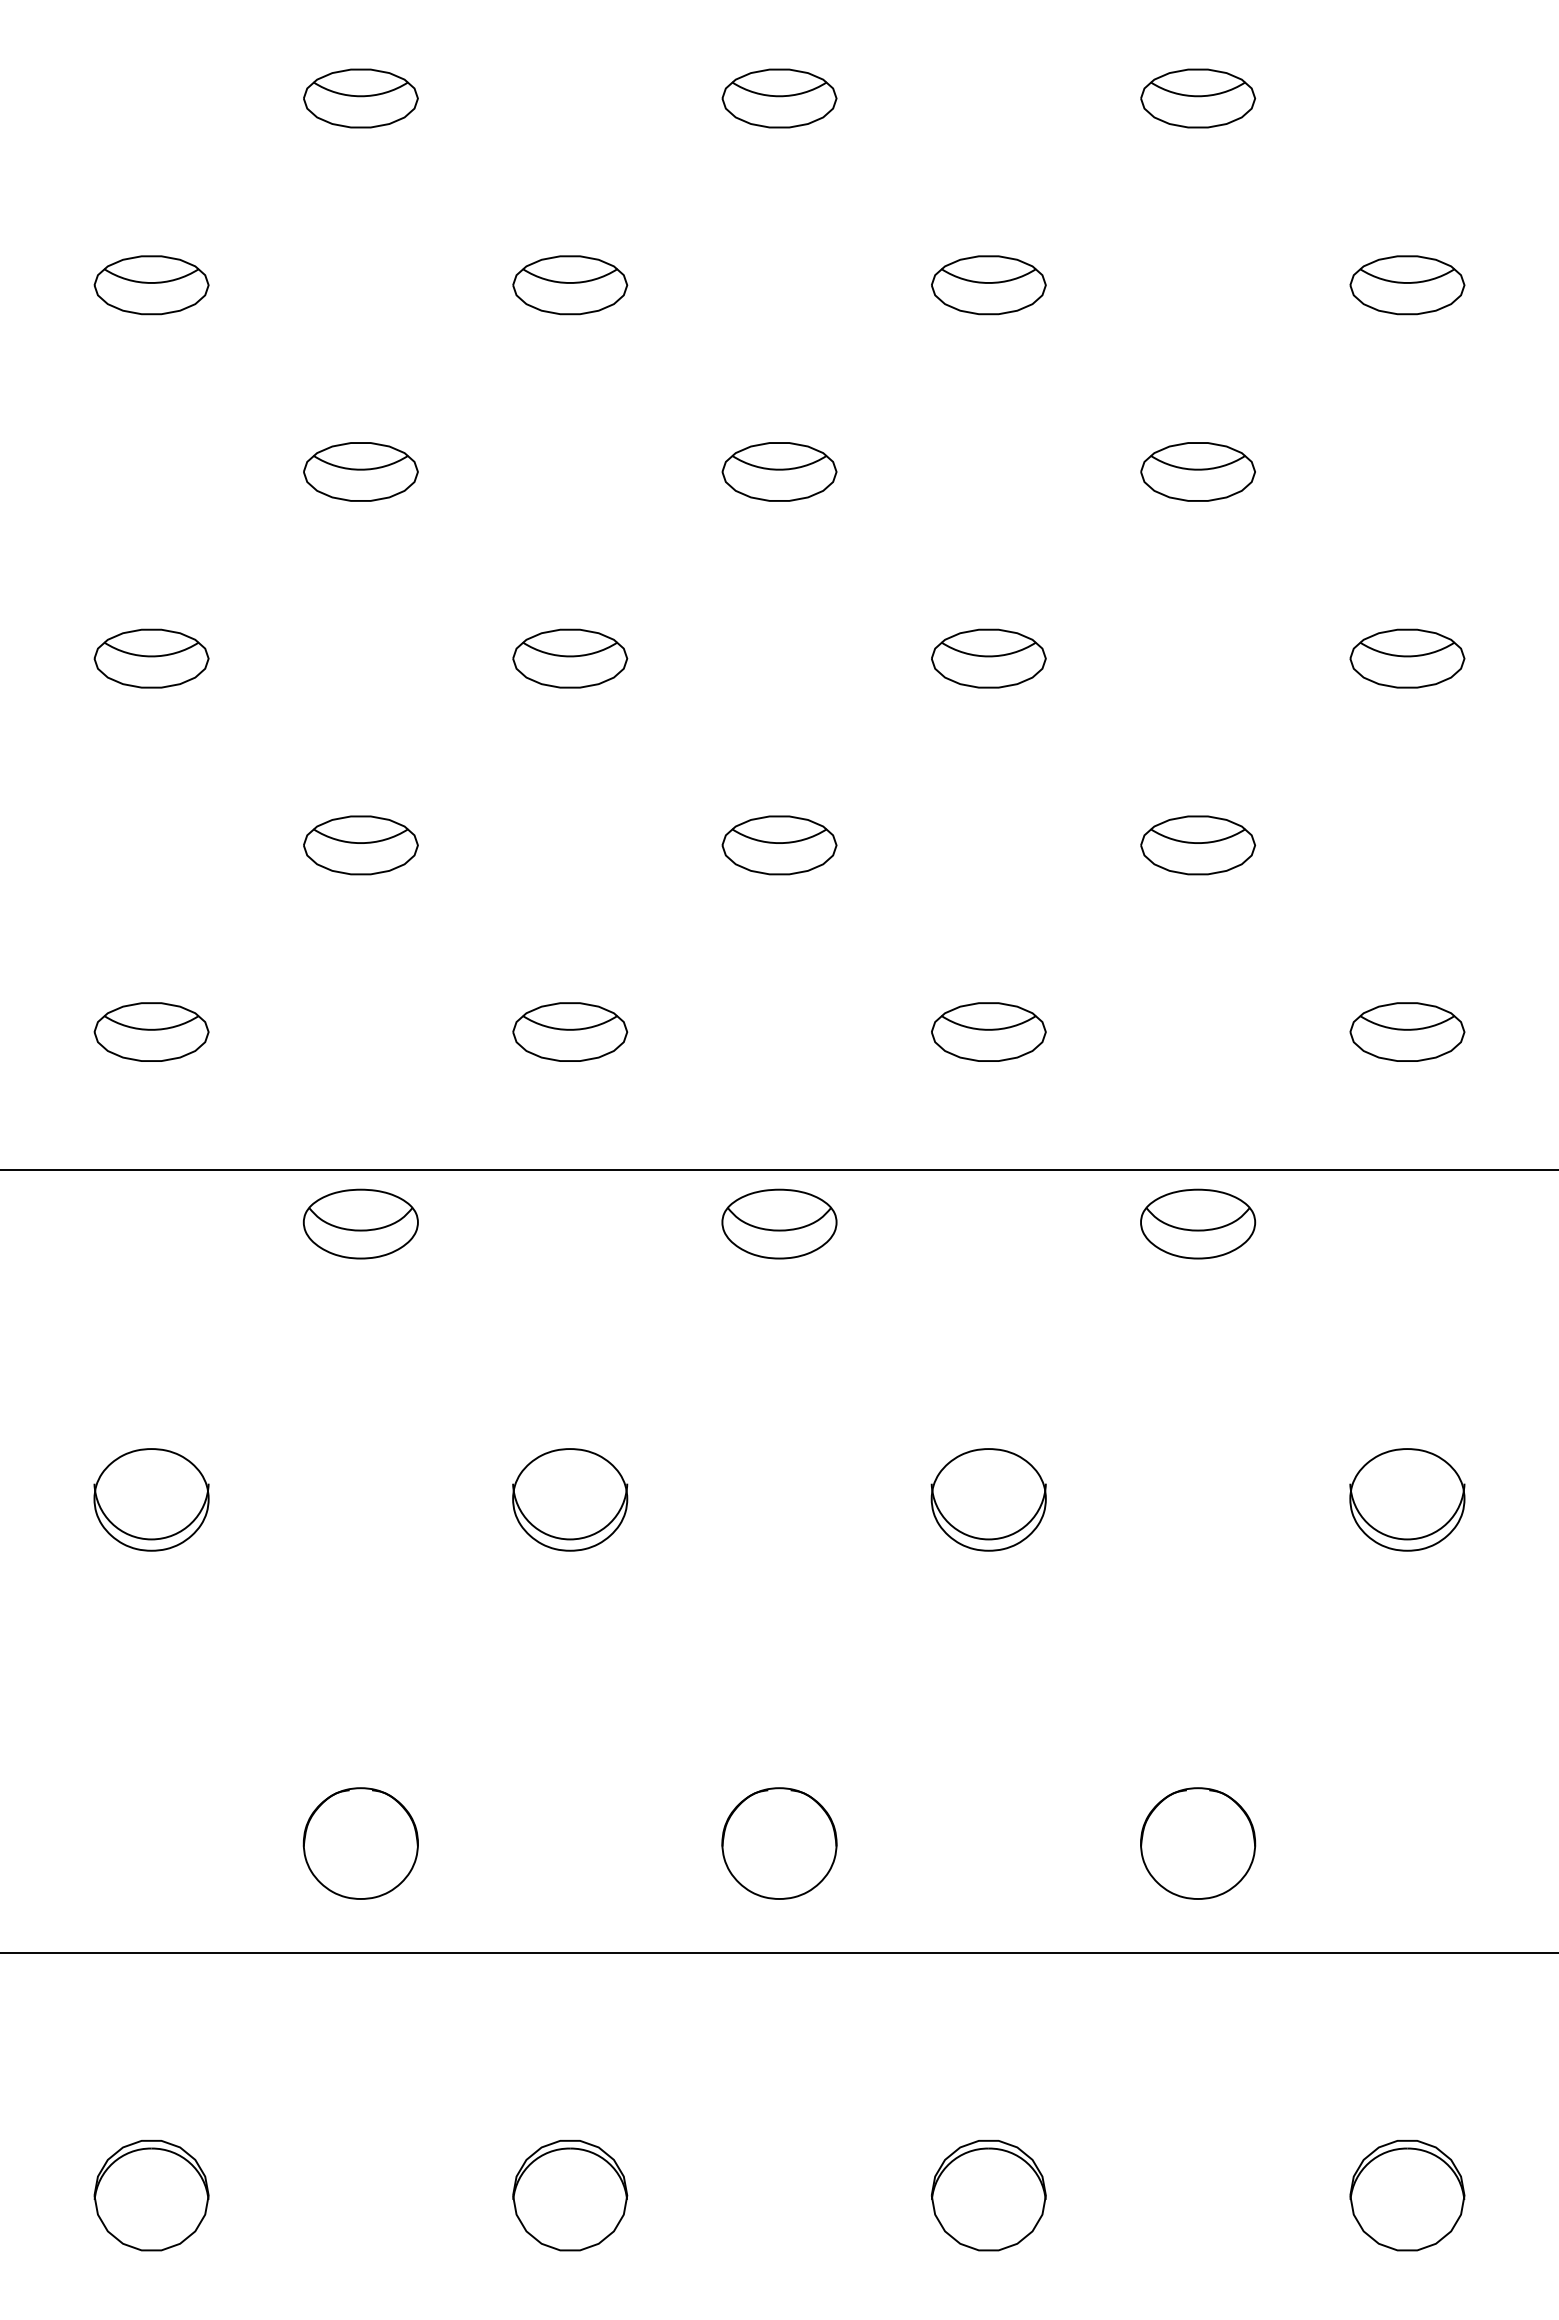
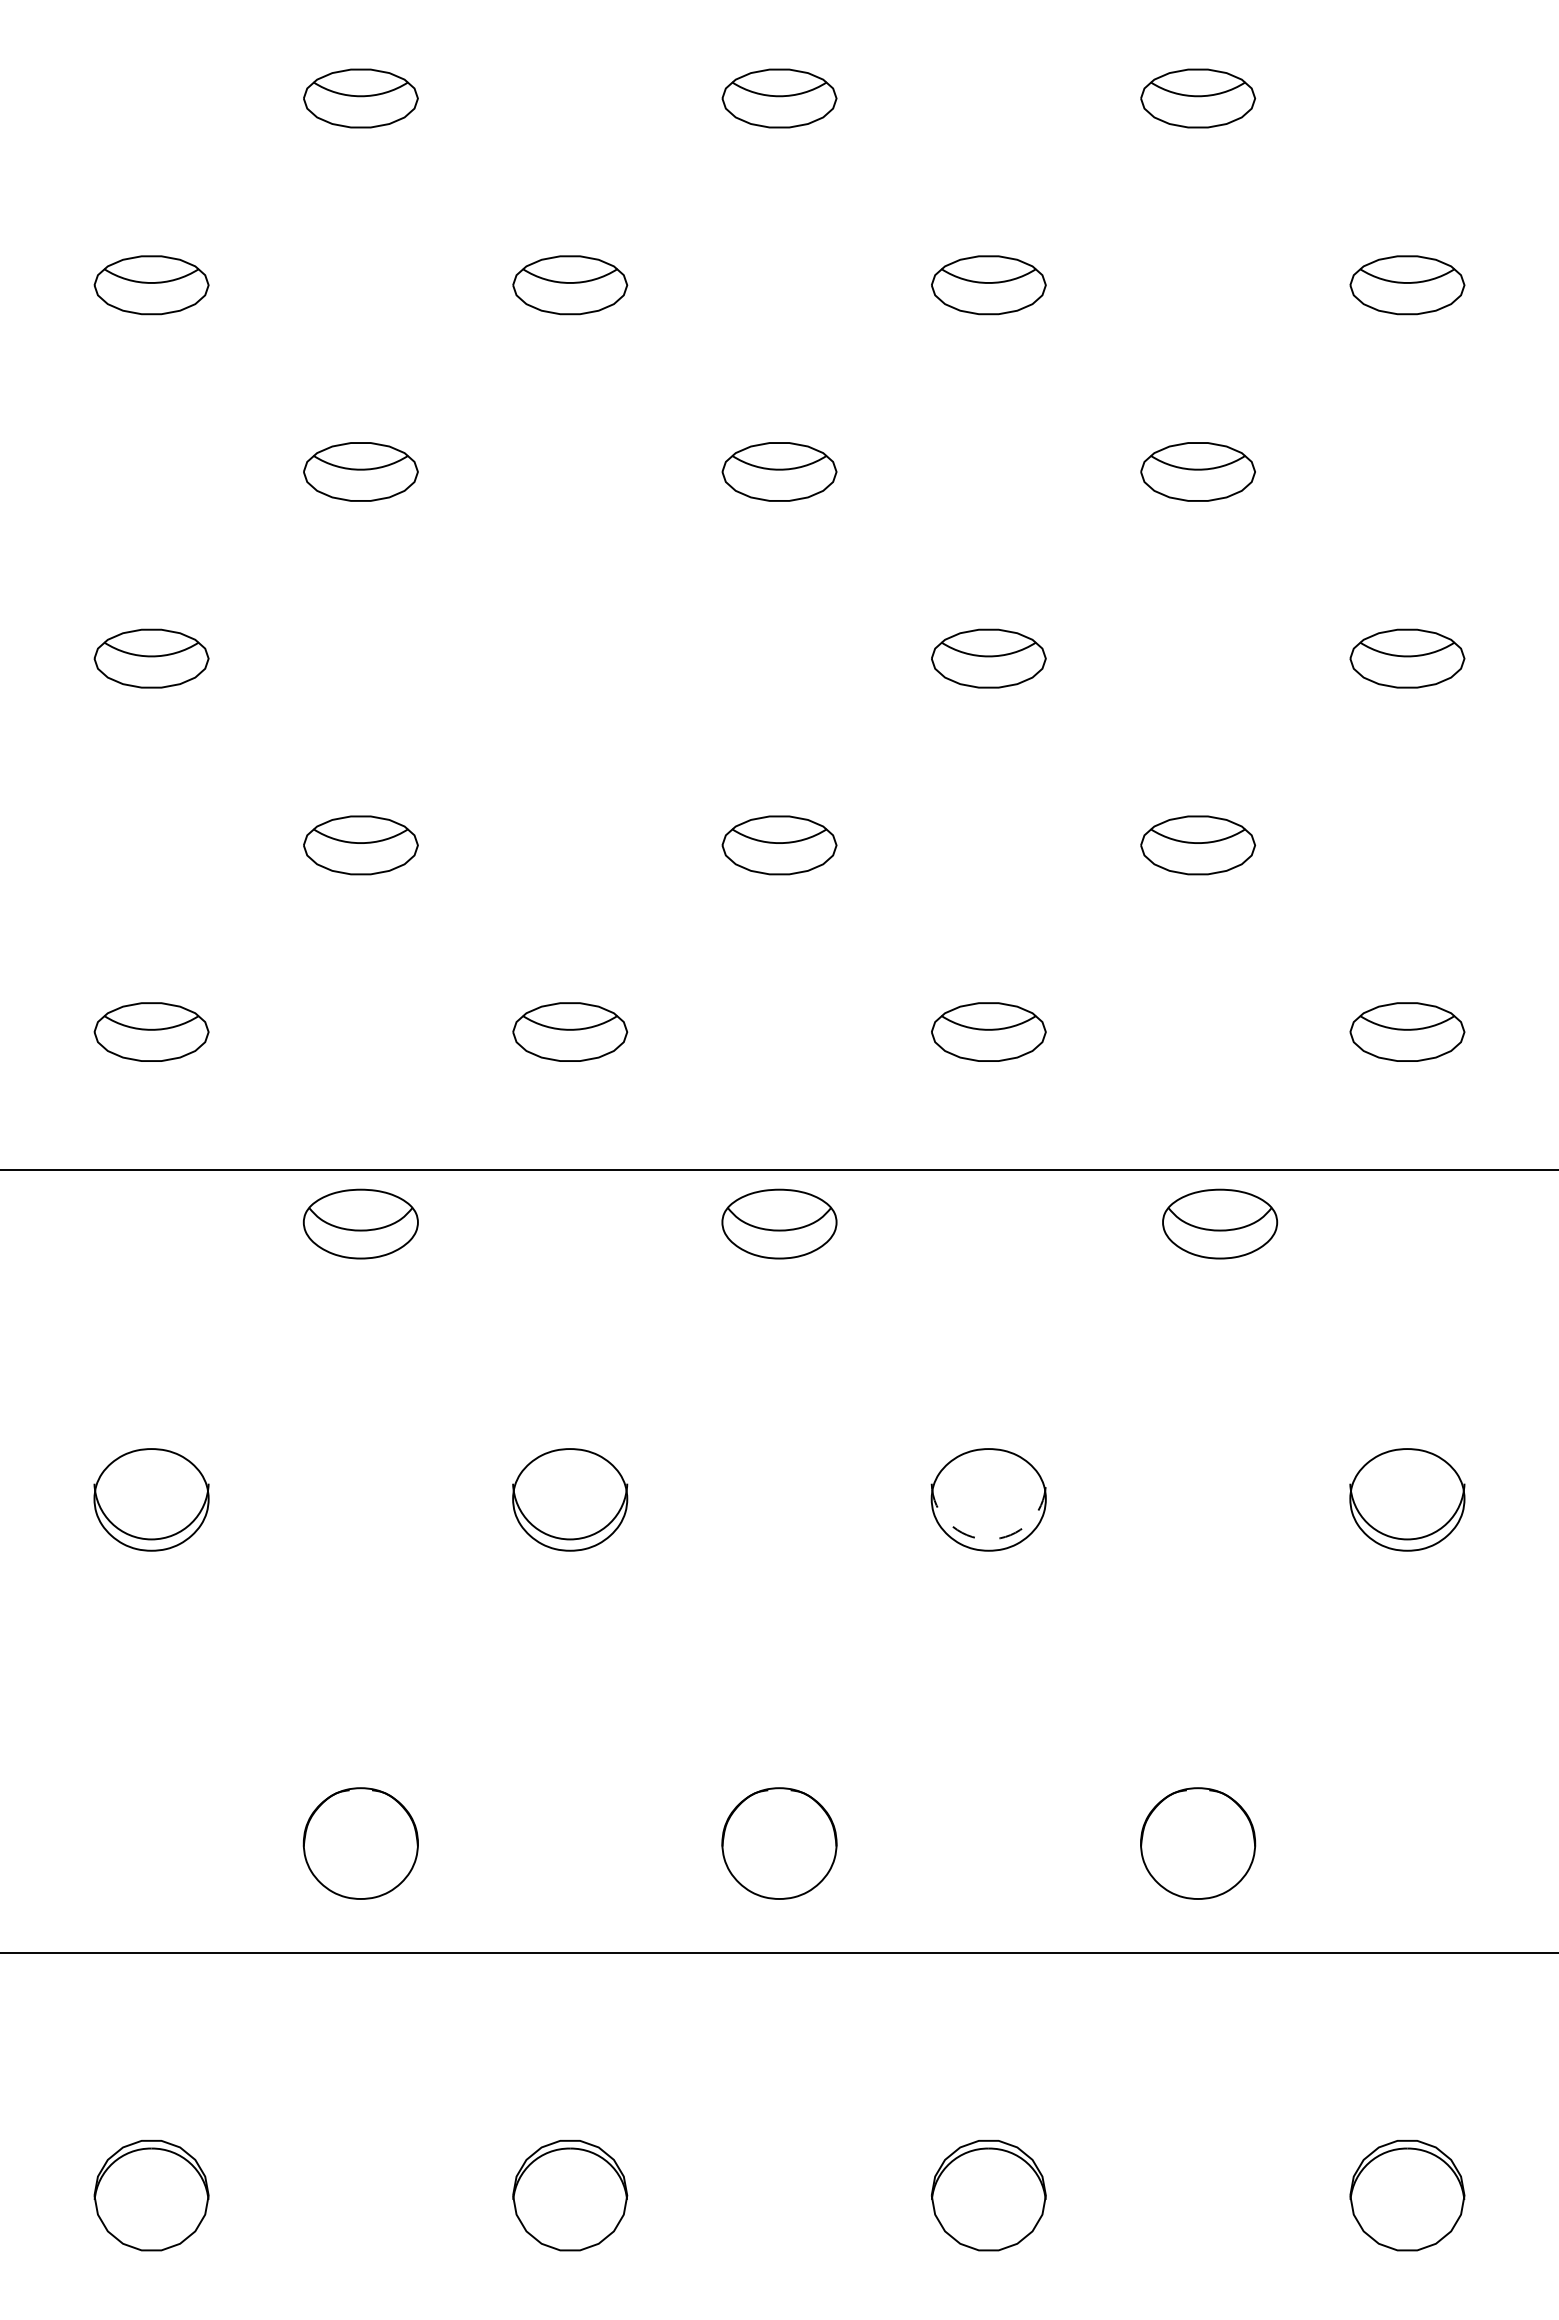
part at (570, 658): present -> none
part at (1198, 1223) position: (1198, 1223) -> (1220, 1223)
arc at (988, 1539): solid -> dashed
